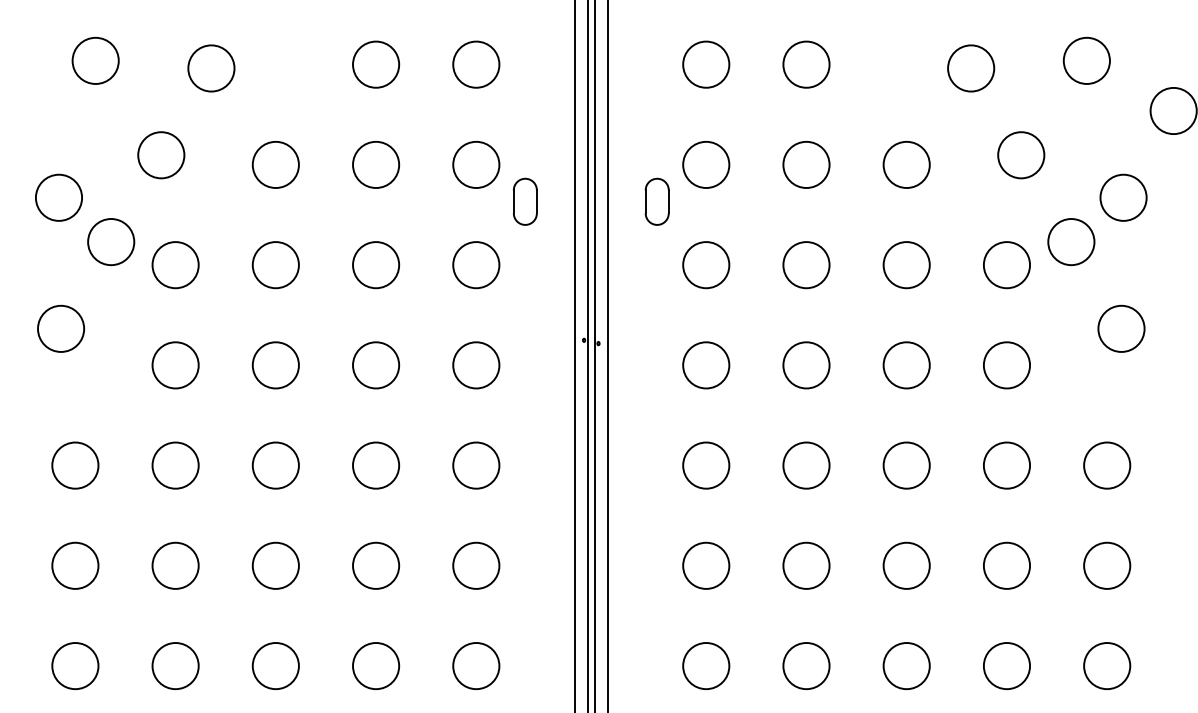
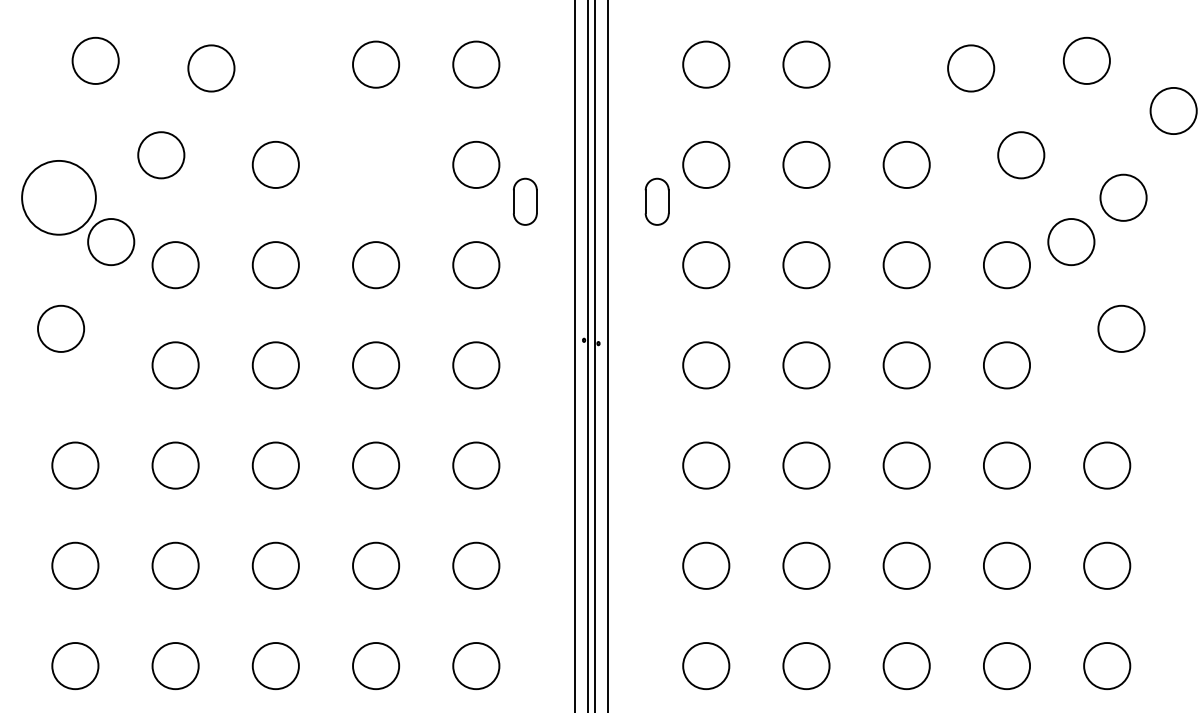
circle at (376, 164): present -> none
circle at (58, 197) diameter: 46 px -> 74 px
